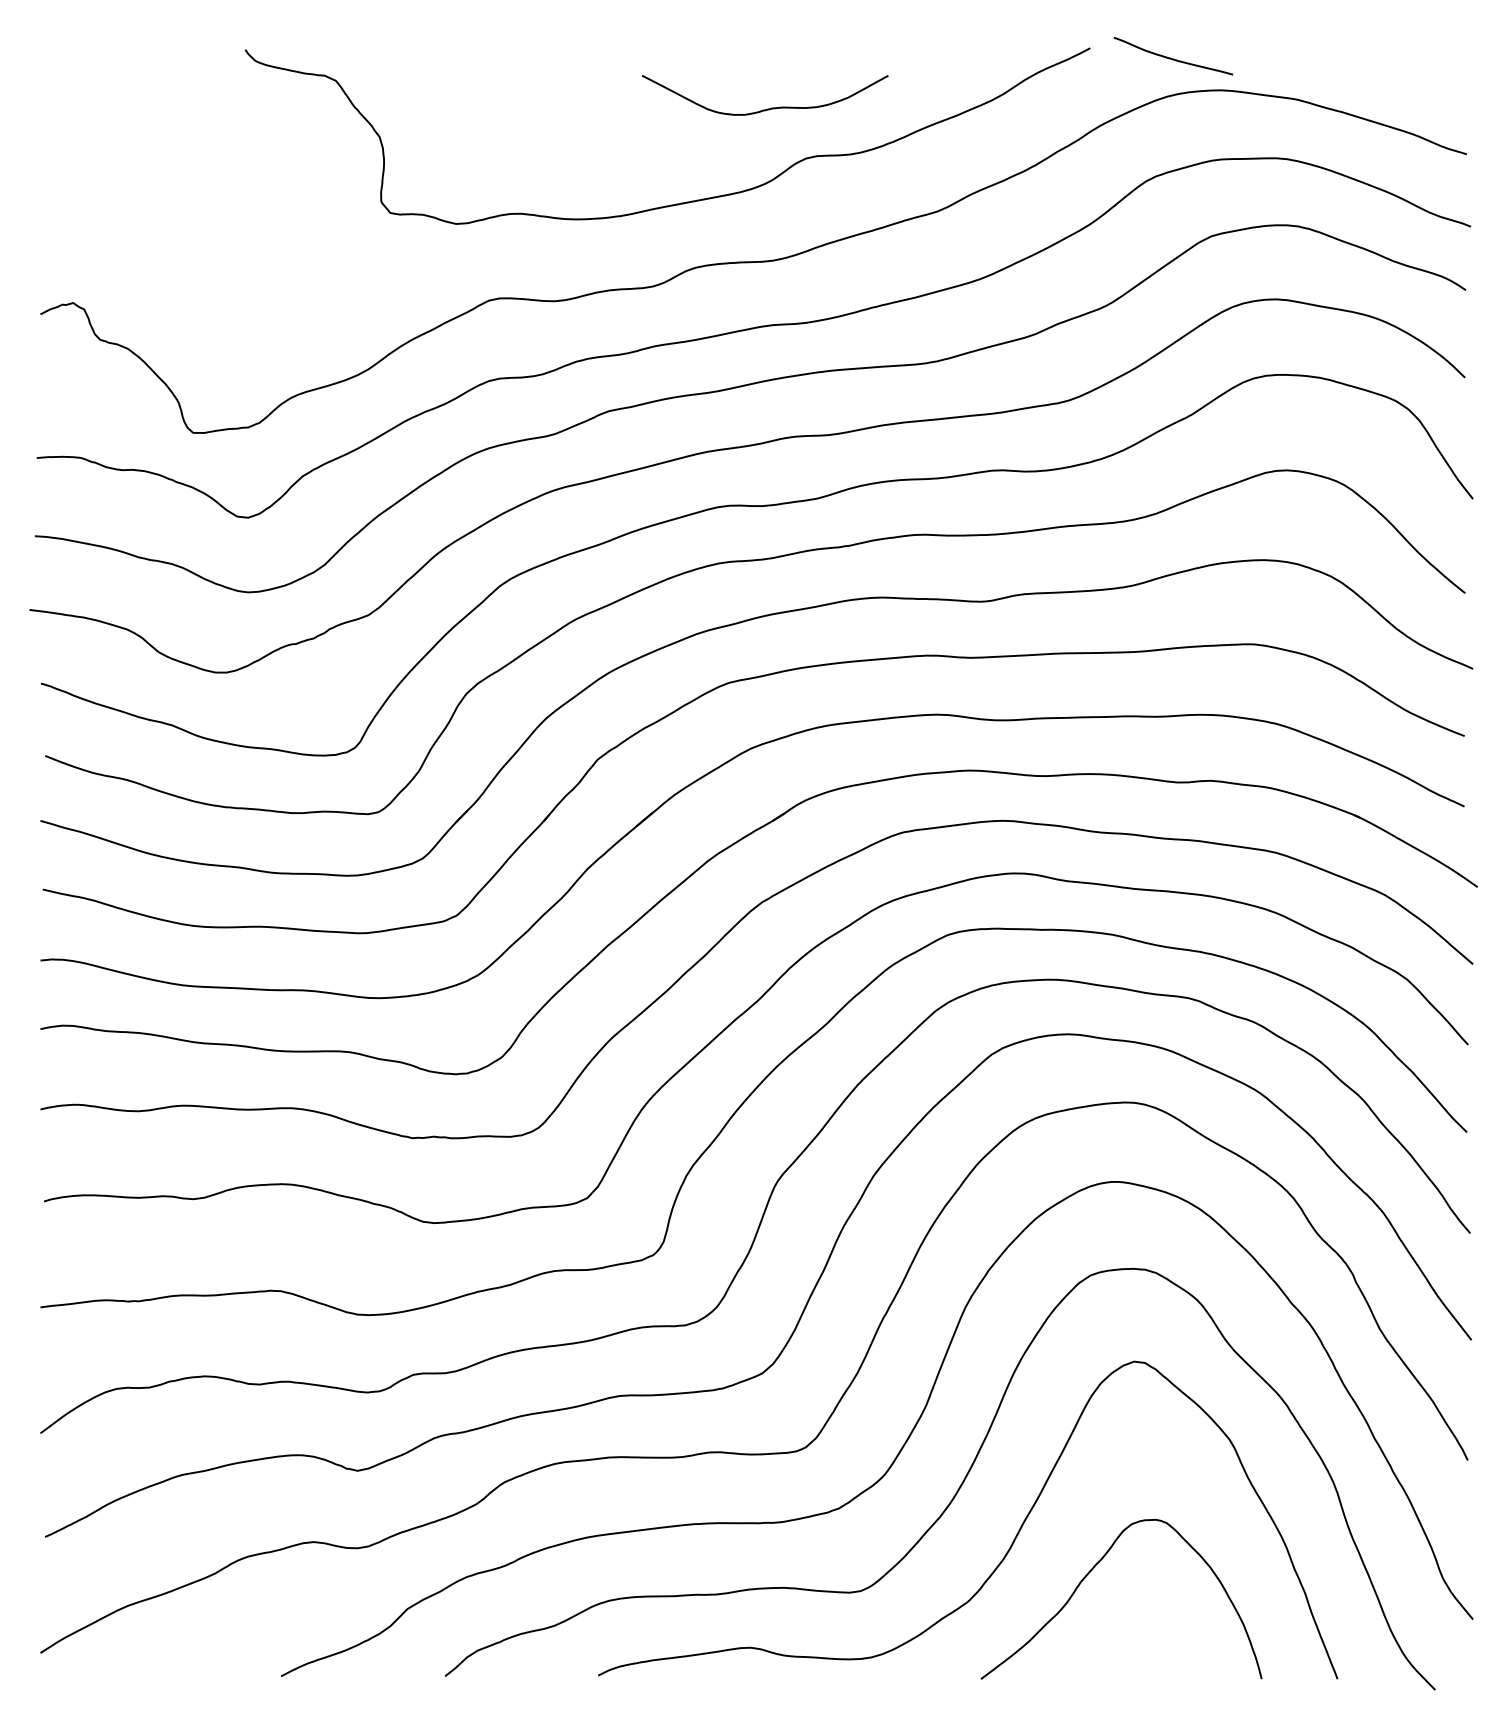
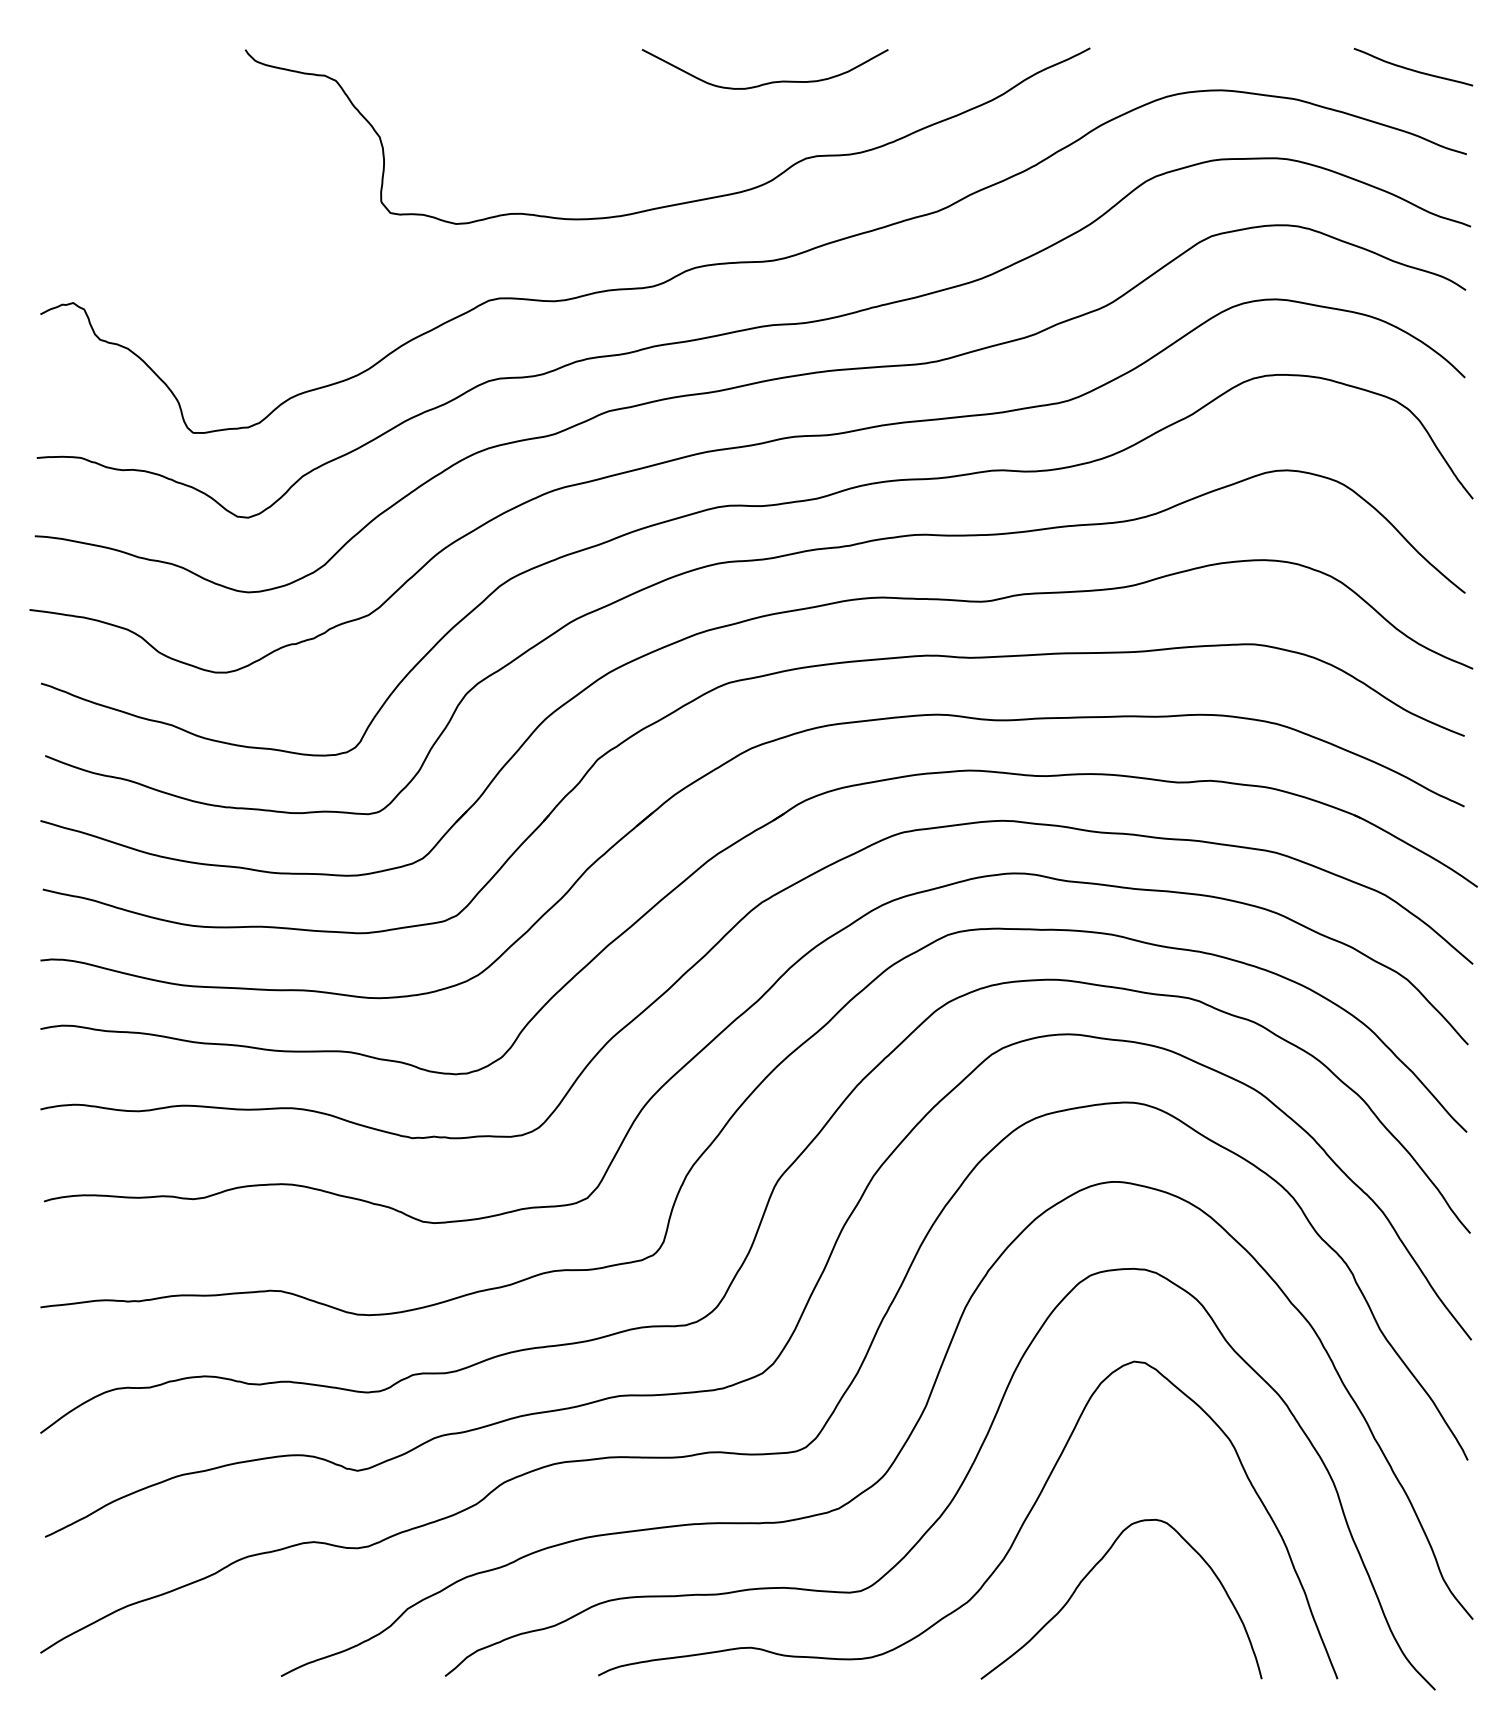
curve at (1173, 58) position: (1173, 58) -> (1413, 69)
curve at (767, 108) position: (767, 108) -> (767, 82)
